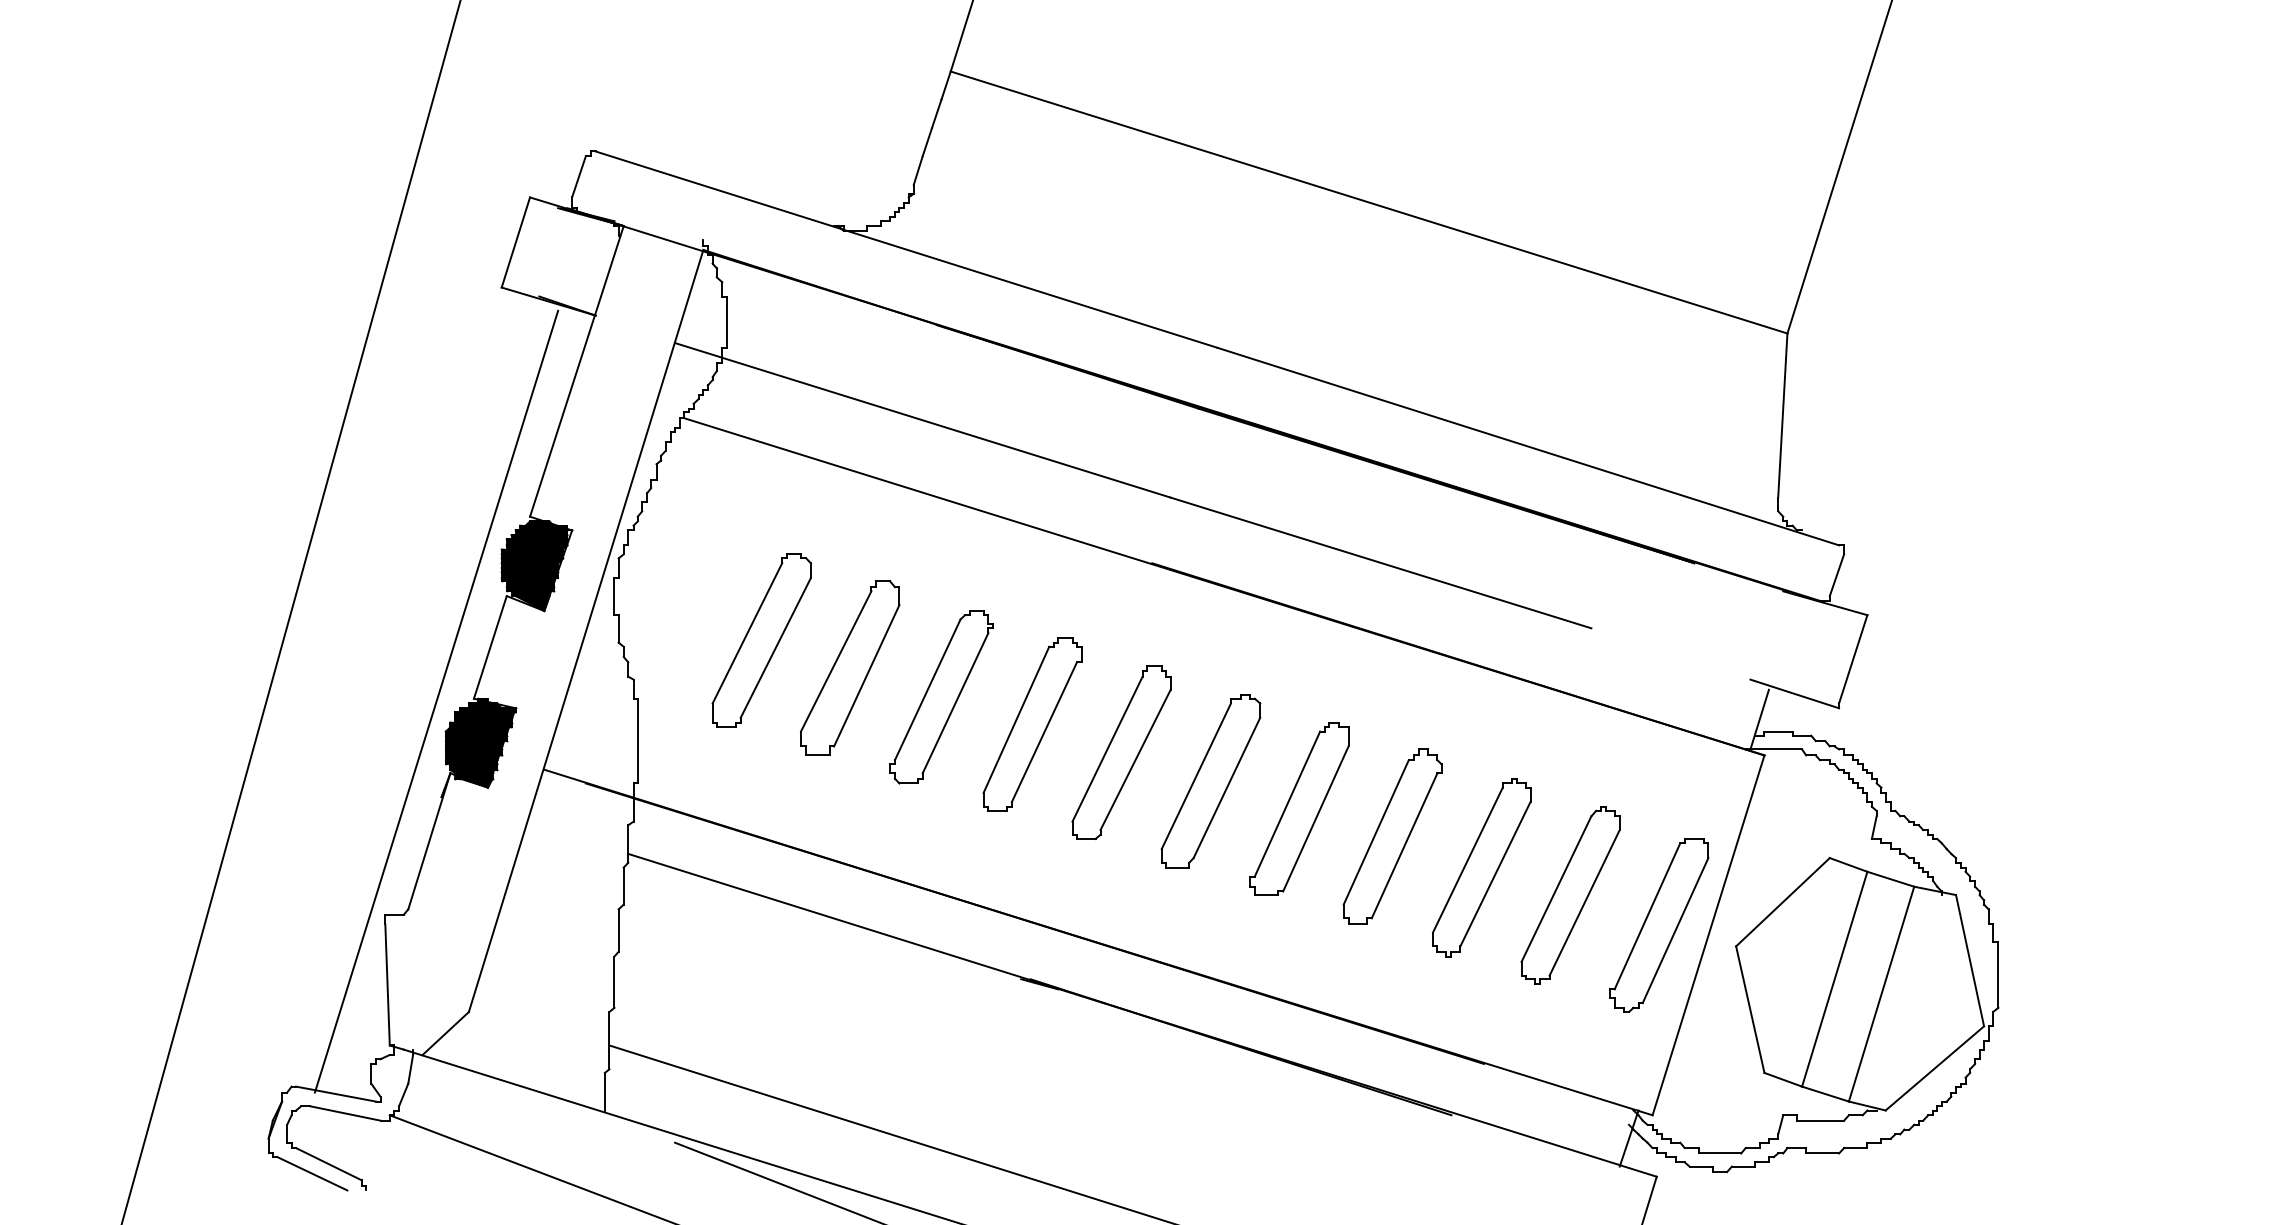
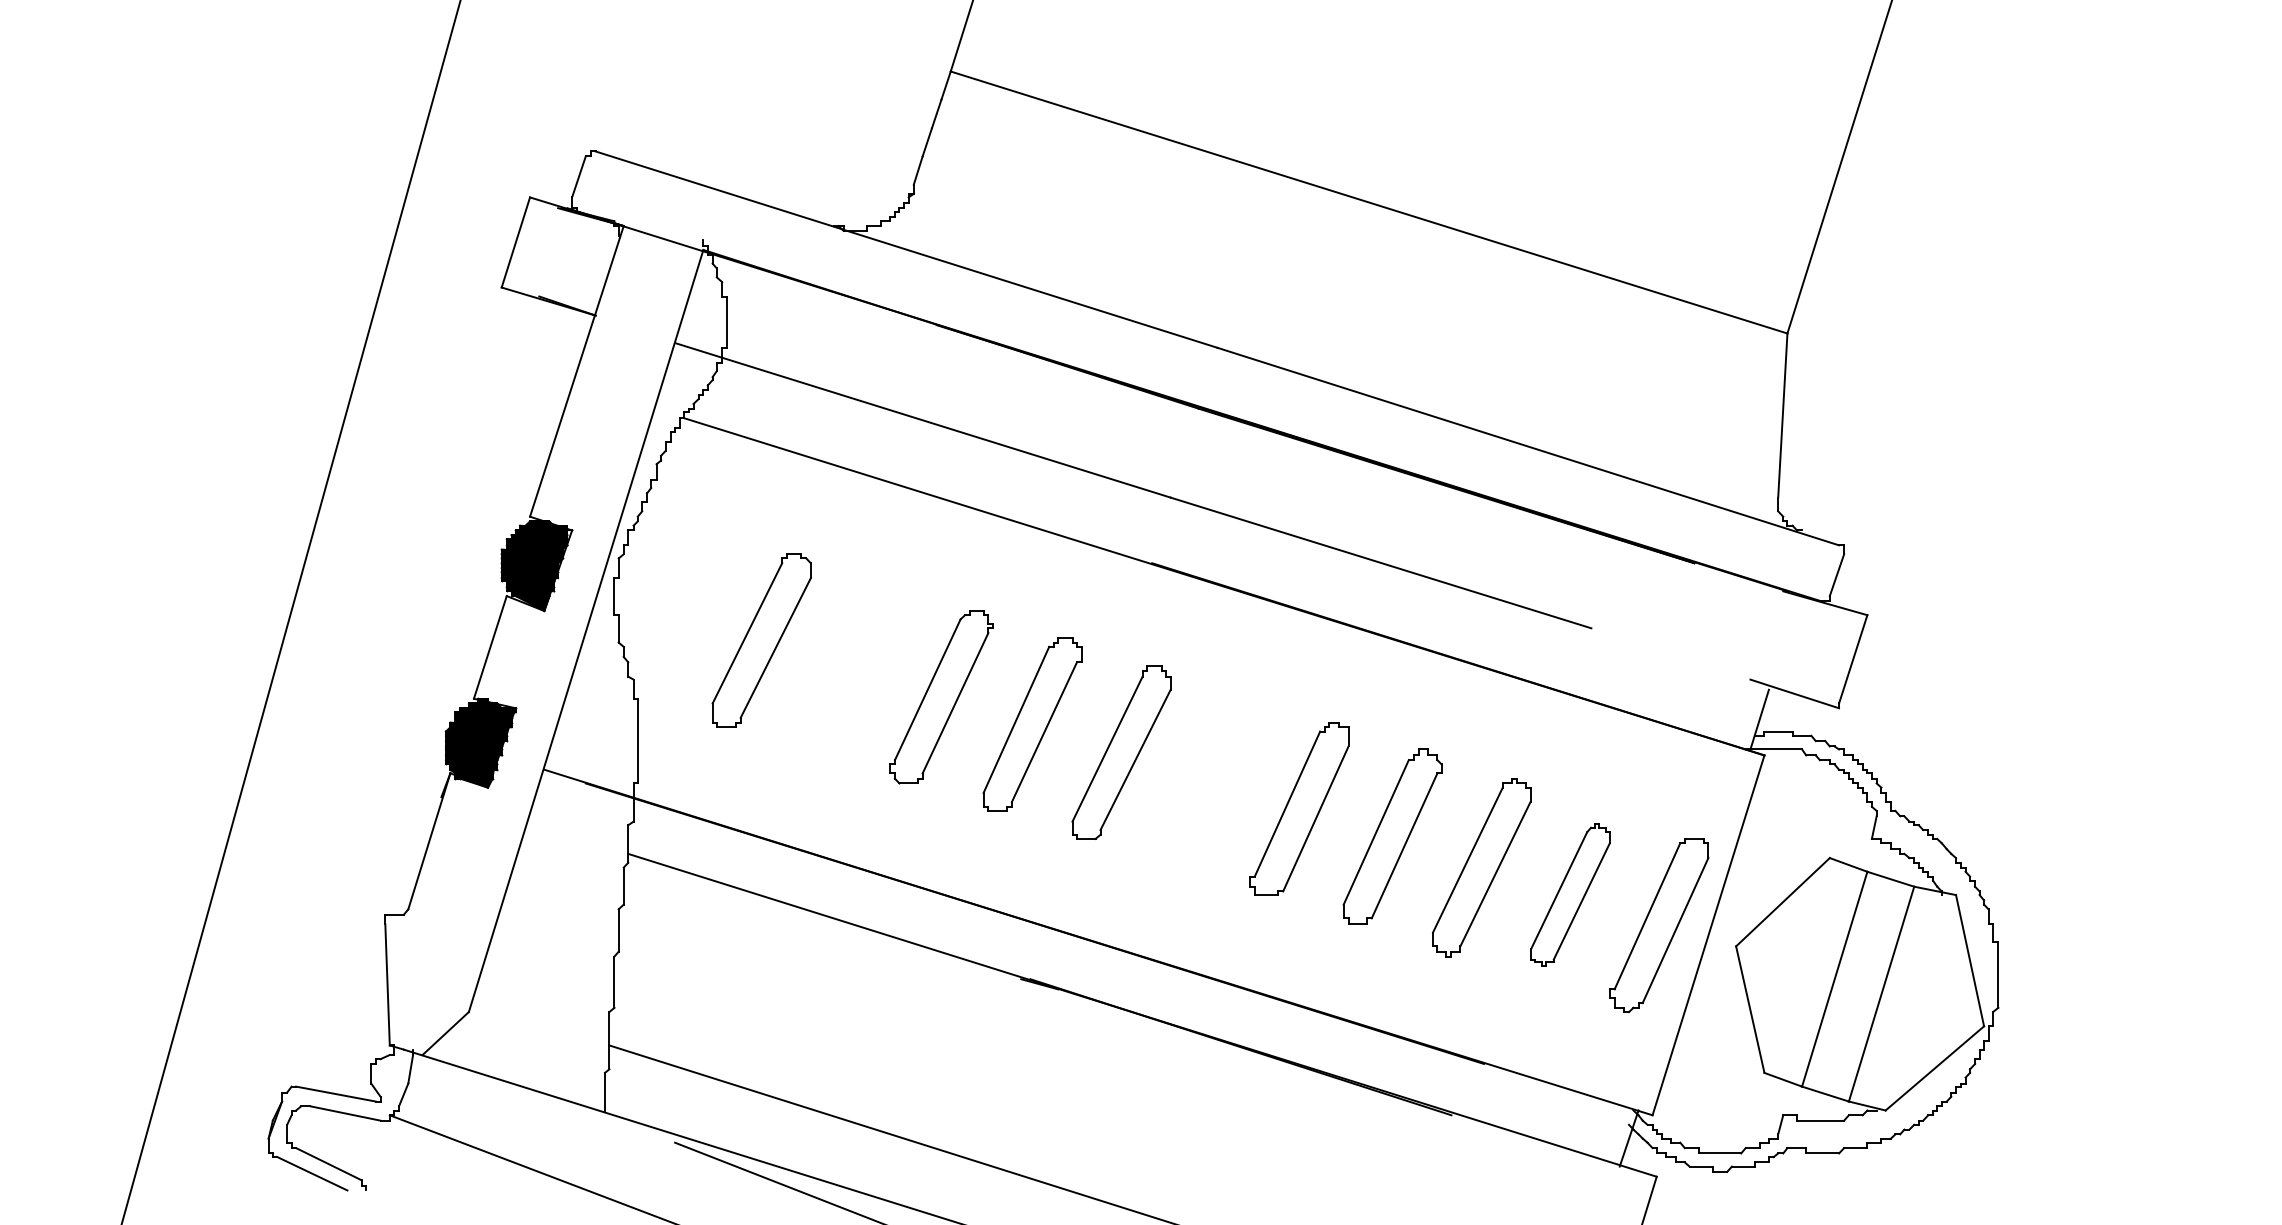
part at (850, 667): present -> none
line at (436, 701): present -> none
part at (1210, 781): present -> none
part at (1570, 895) size: 101x179 px -> 81x144 px
